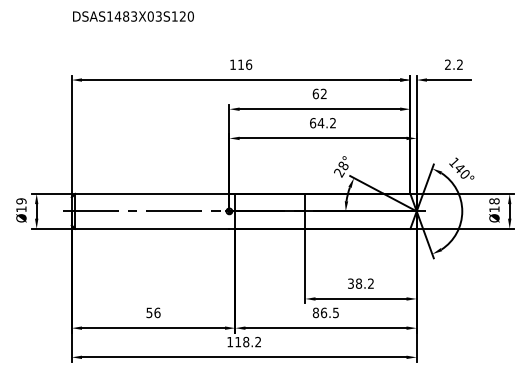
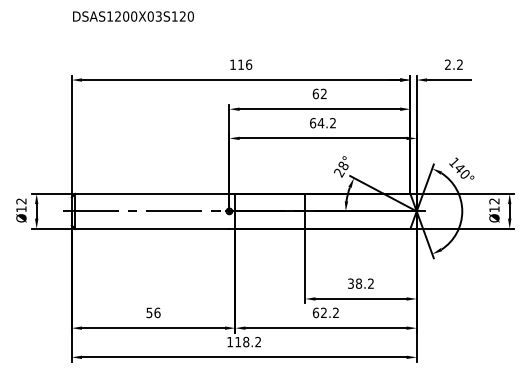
text at (125, 16): DSAS1483X03S120 -> DSAS1200X03S120
text at (21, 201): Ø19 -> Ø12
text at (494, 201): Ø18 -> Ø12
text at (325, 312): 86.5 -> 62.2
